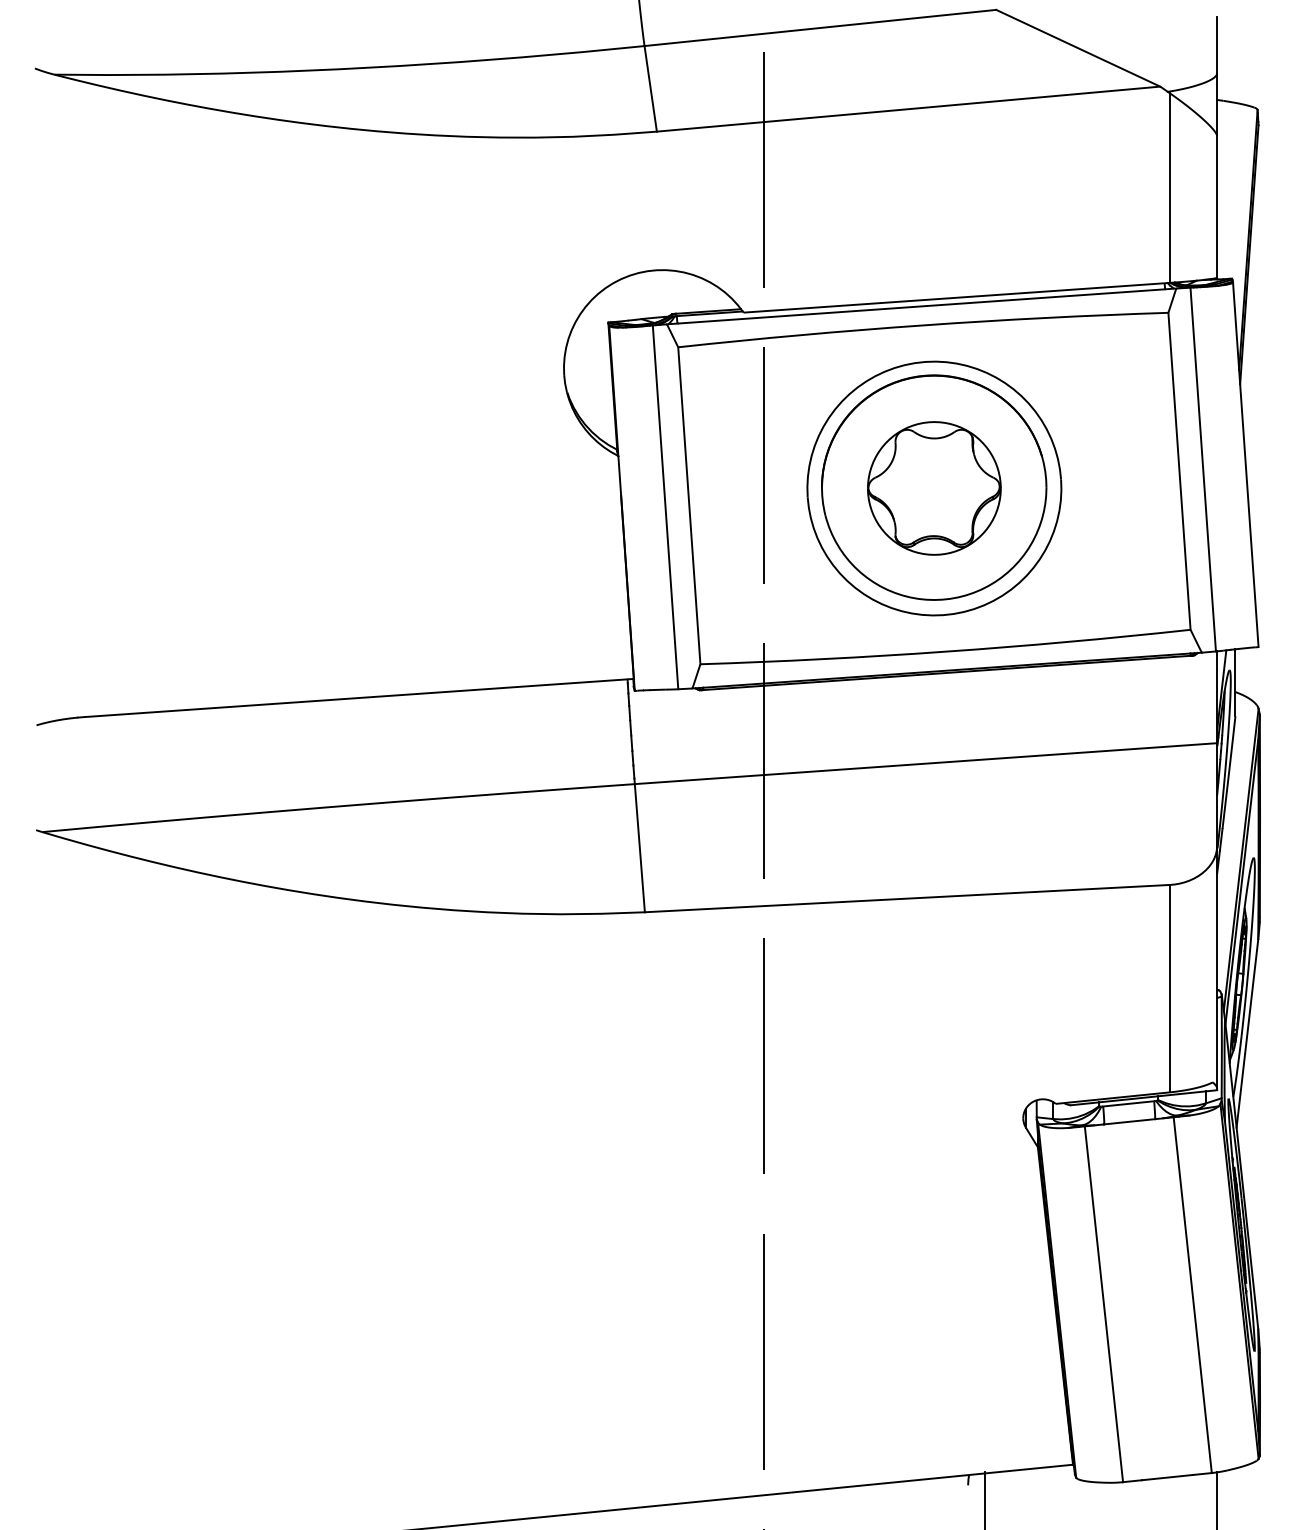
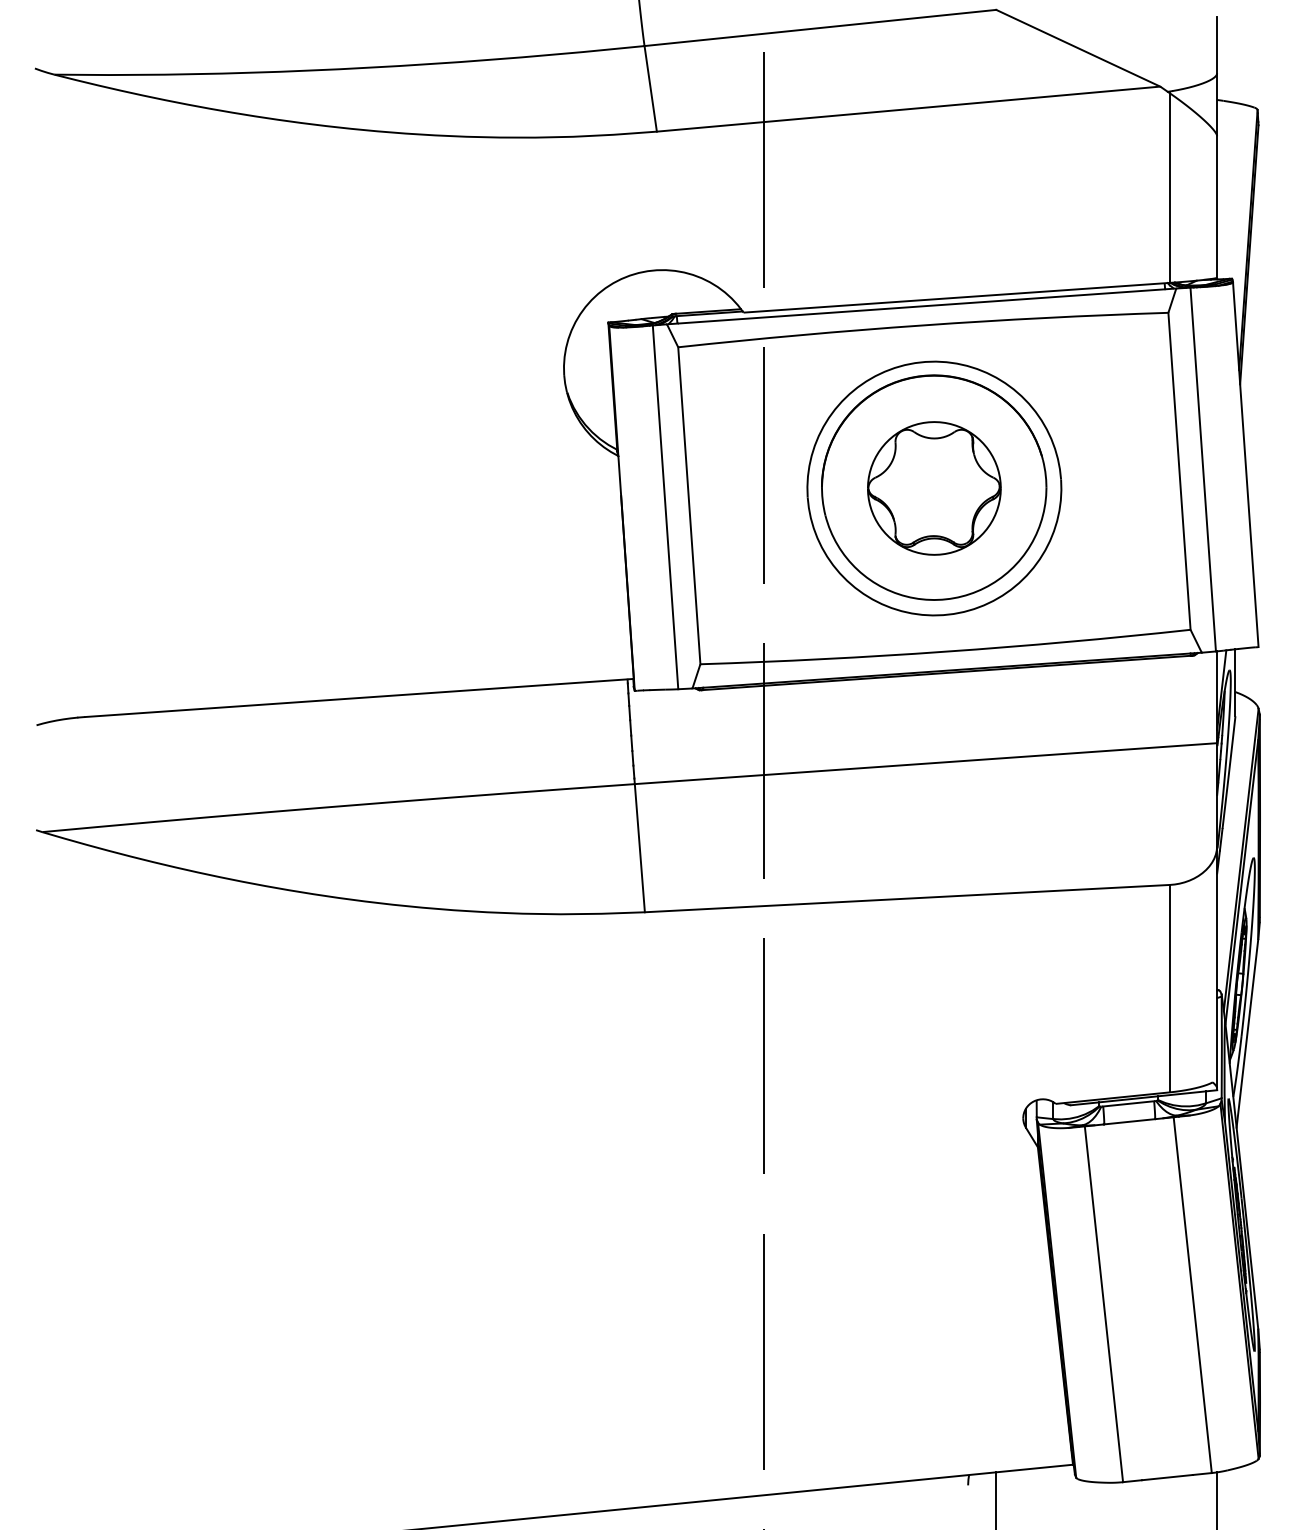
line at (985, 1499) position: (985, 1499) -> (996, 1499)
